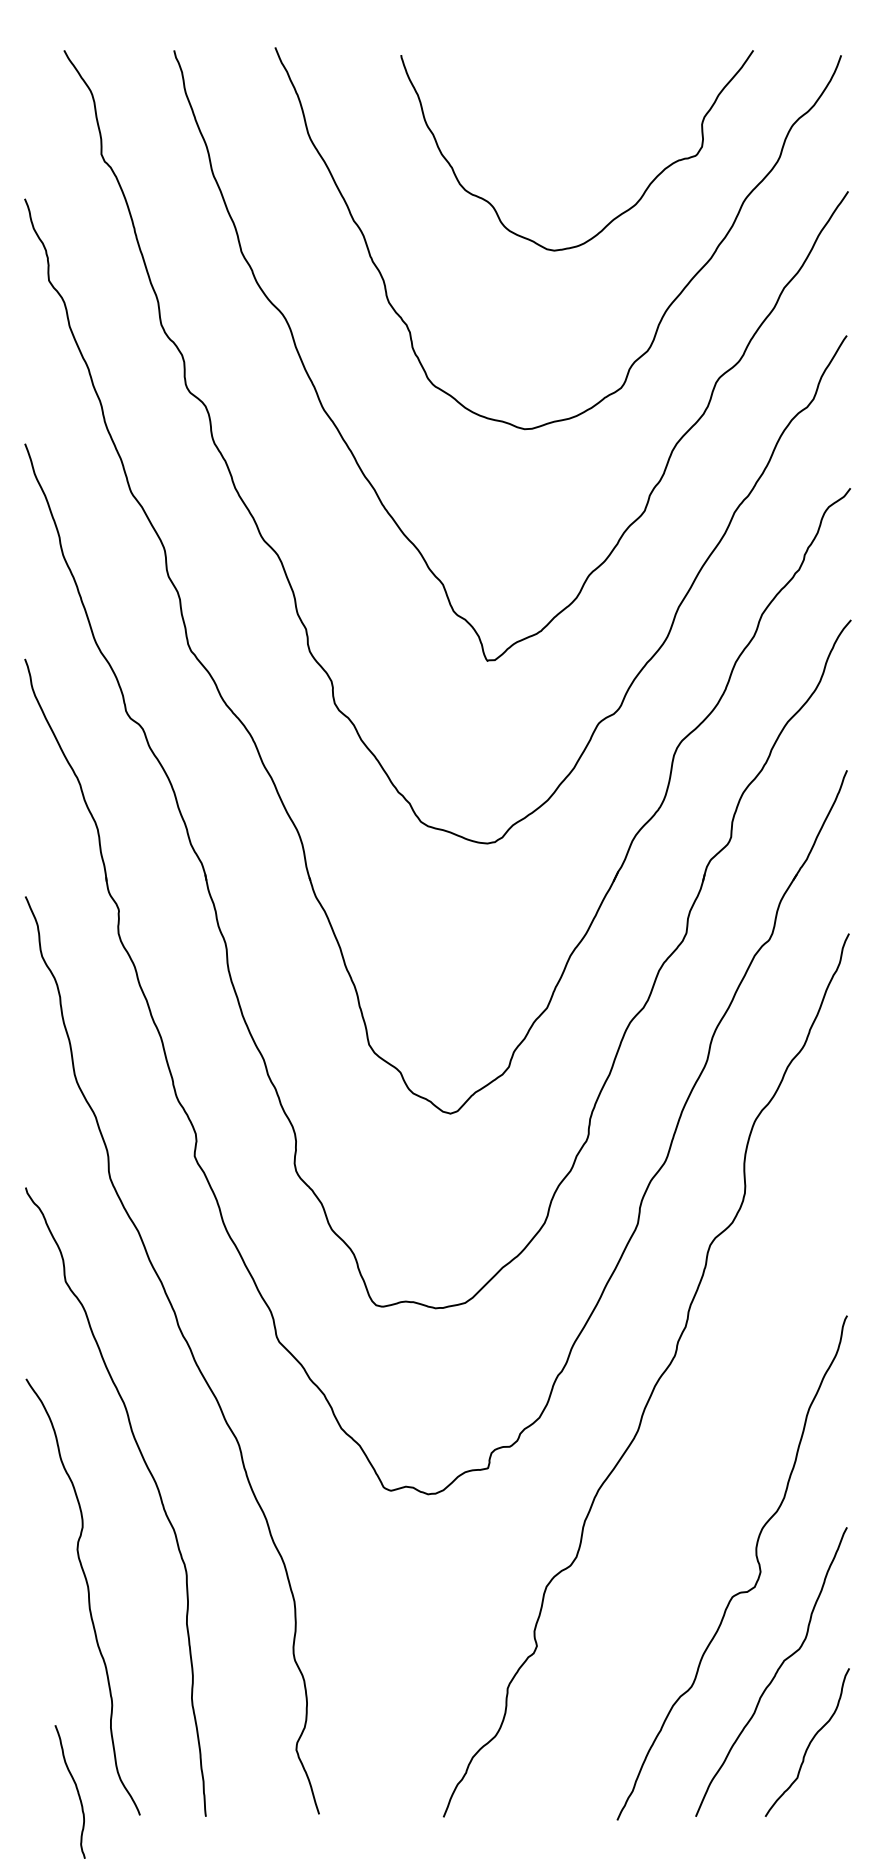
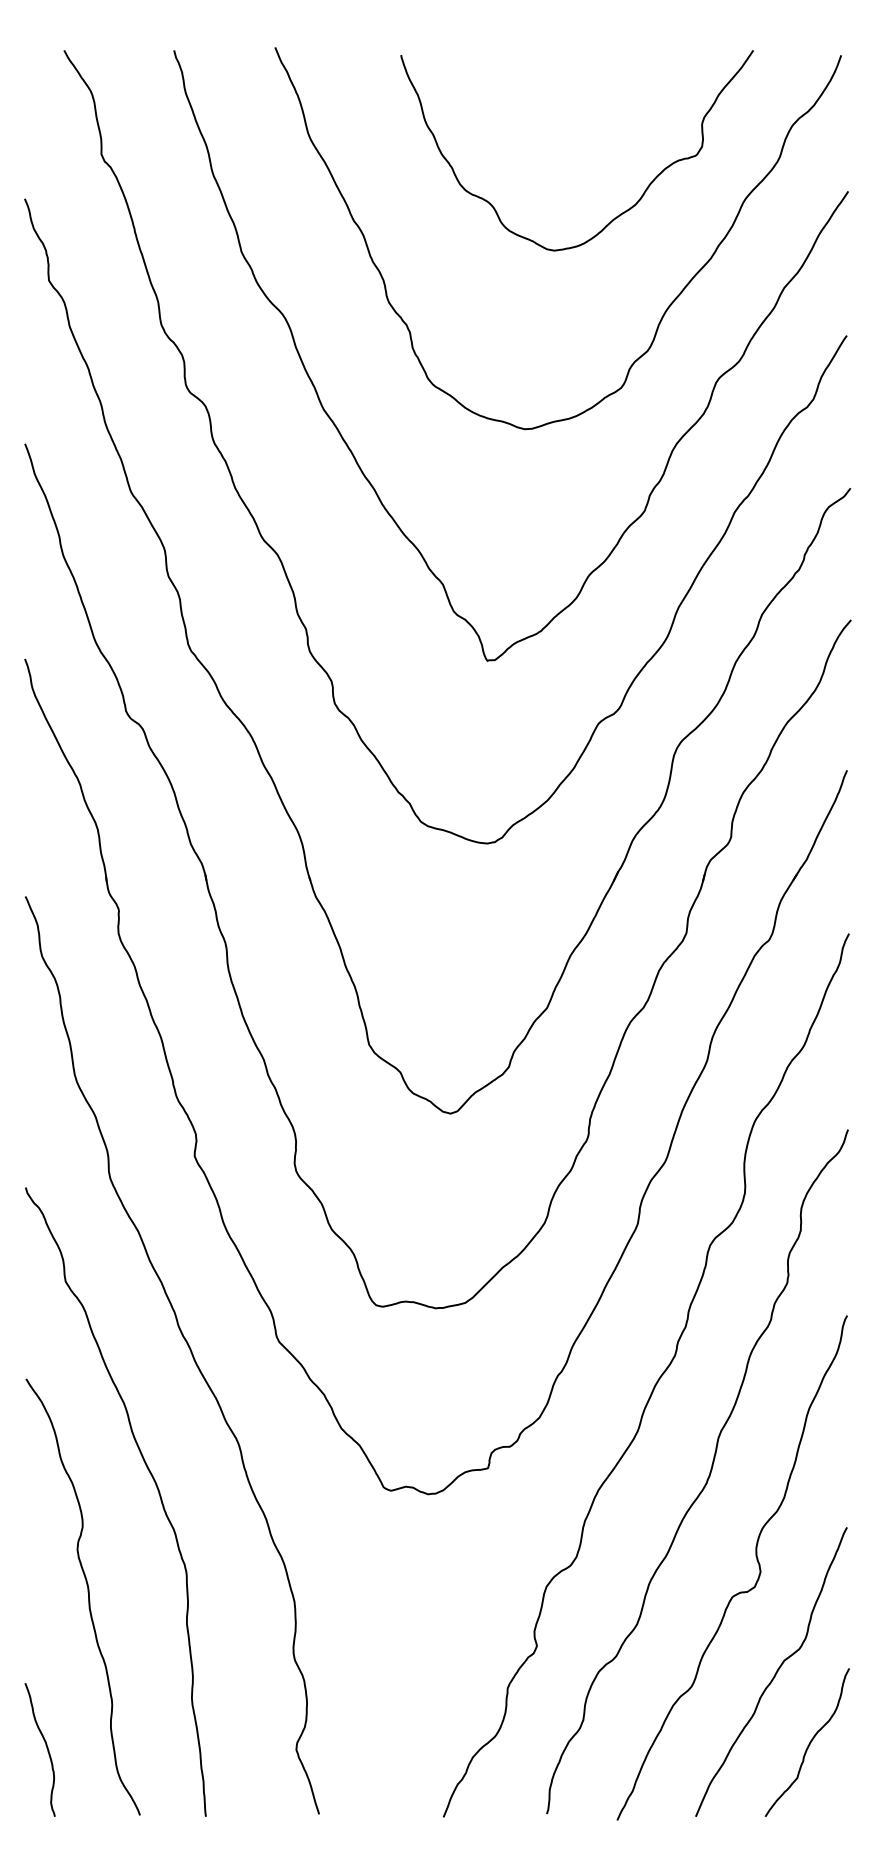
curve at (707, 1477): none -> present
curve at (76, 1790) position: (76, 1790) -> (46, 1748)
